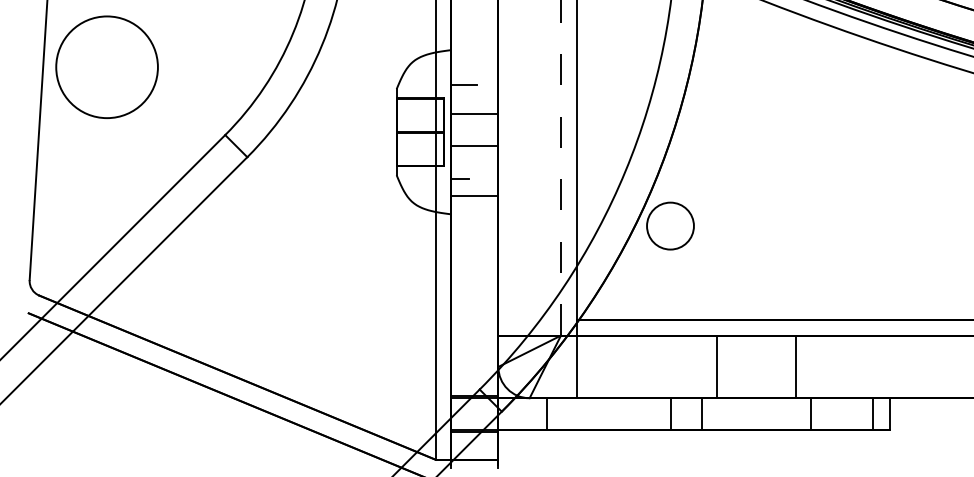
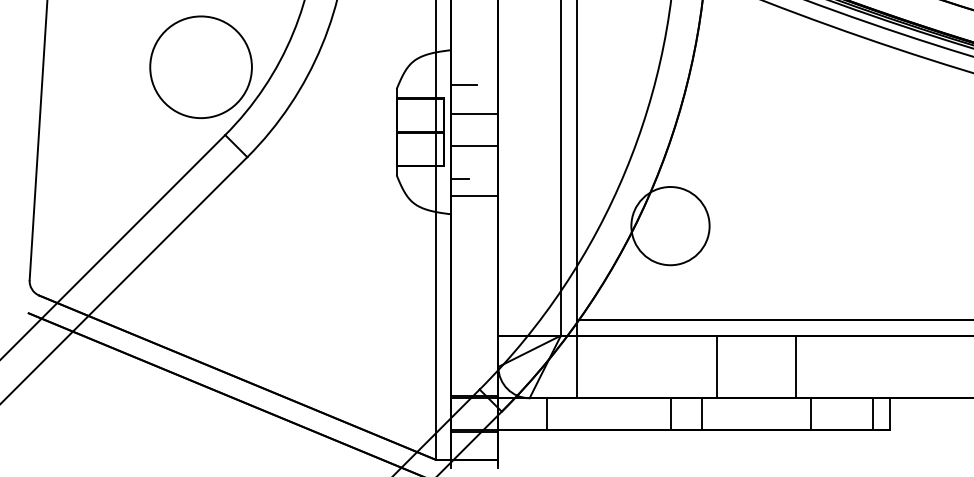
circle at (106, 66) position: (106, 66) -> (200, 66)
line at (560, 167): dashed -> solid
circle at (670, 225) diameter: 47 px -> 78 px
